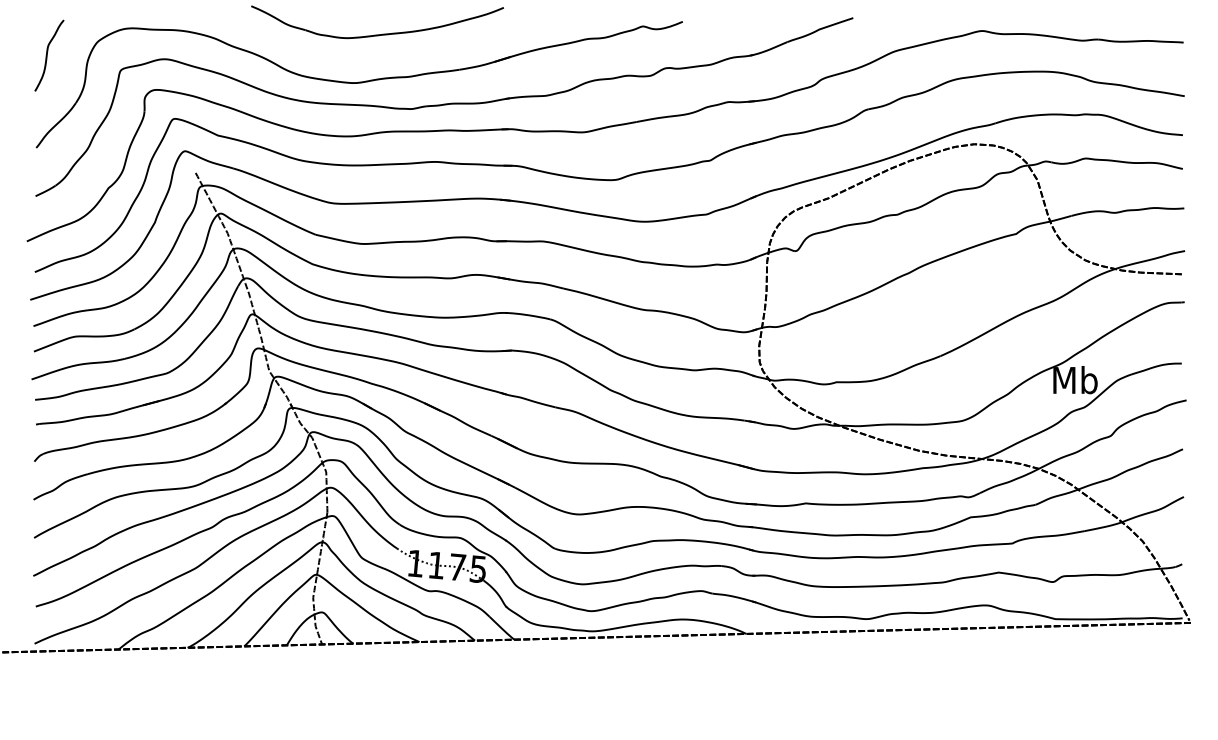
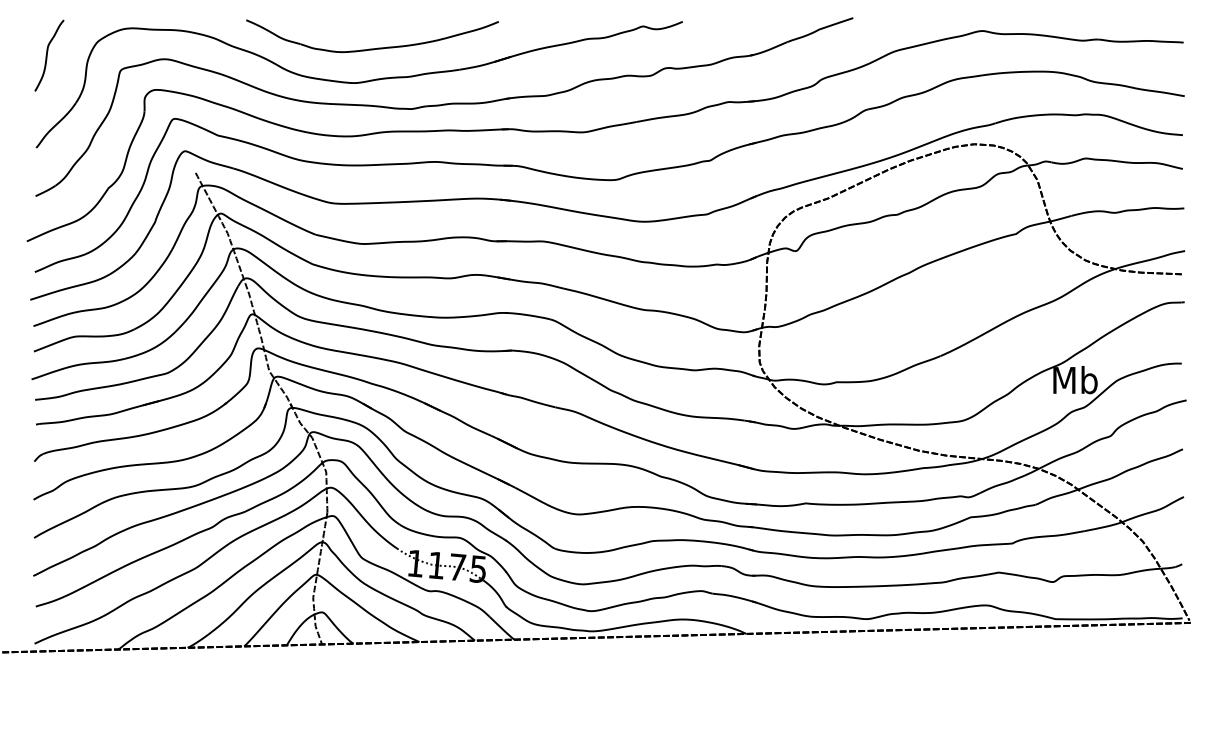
part at (382, 33) position: (382, 33) -> (377, 47)
